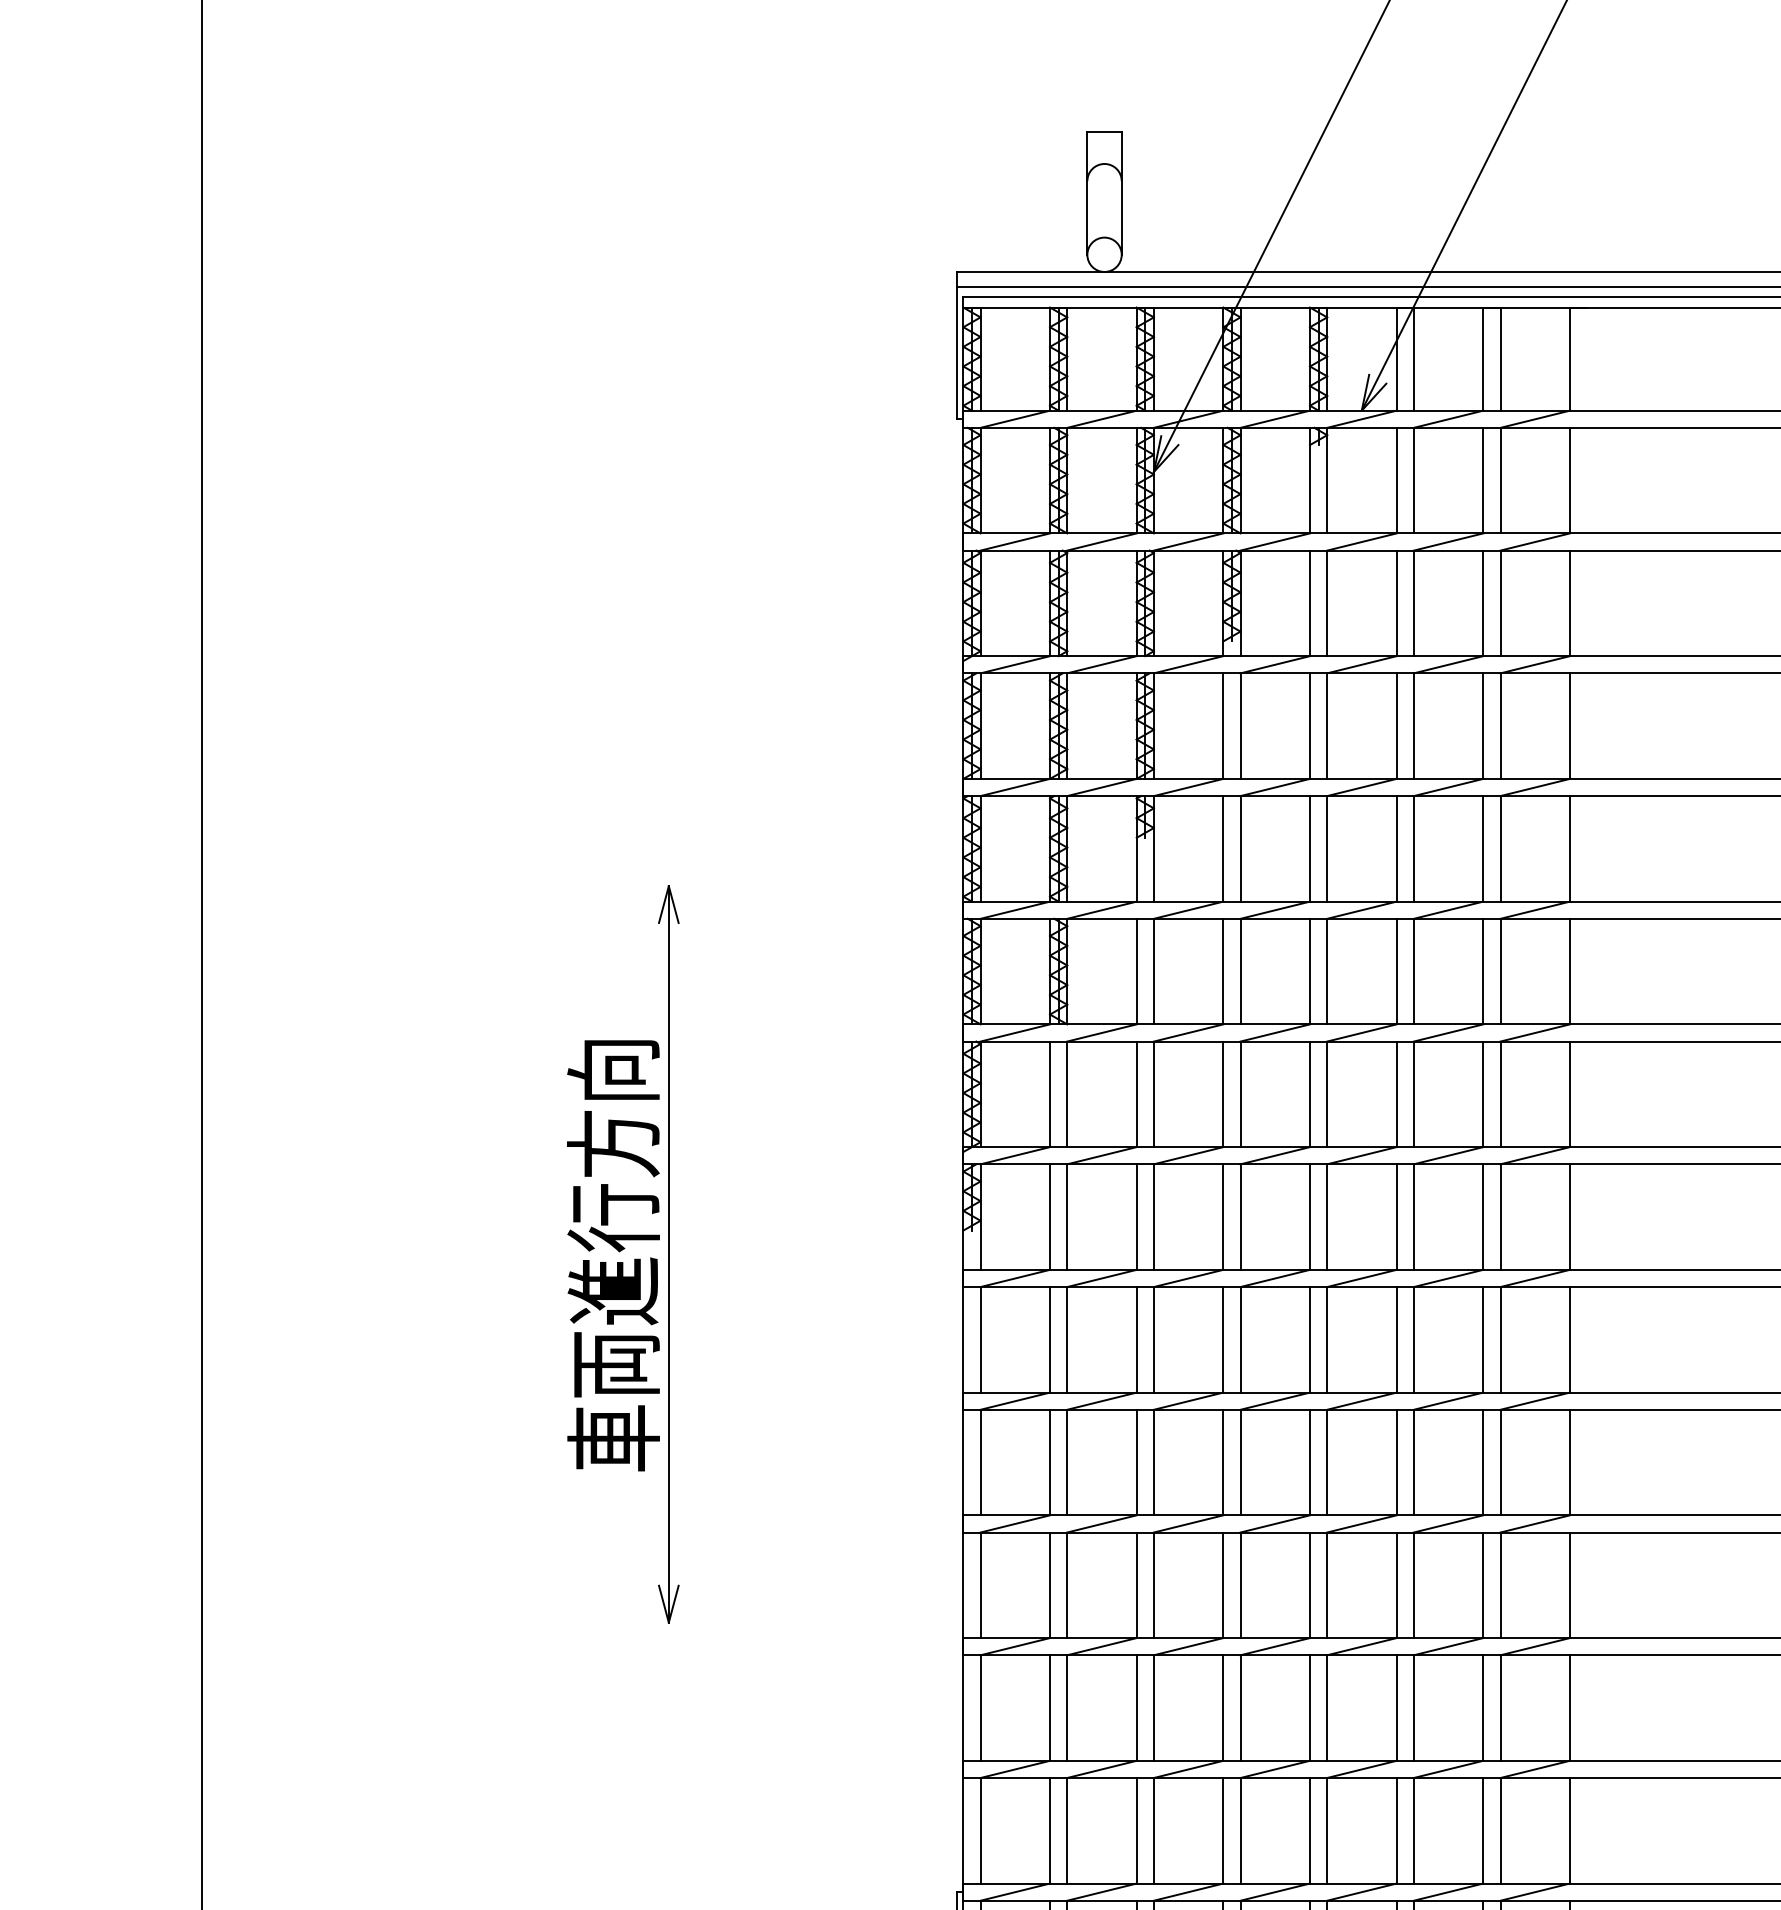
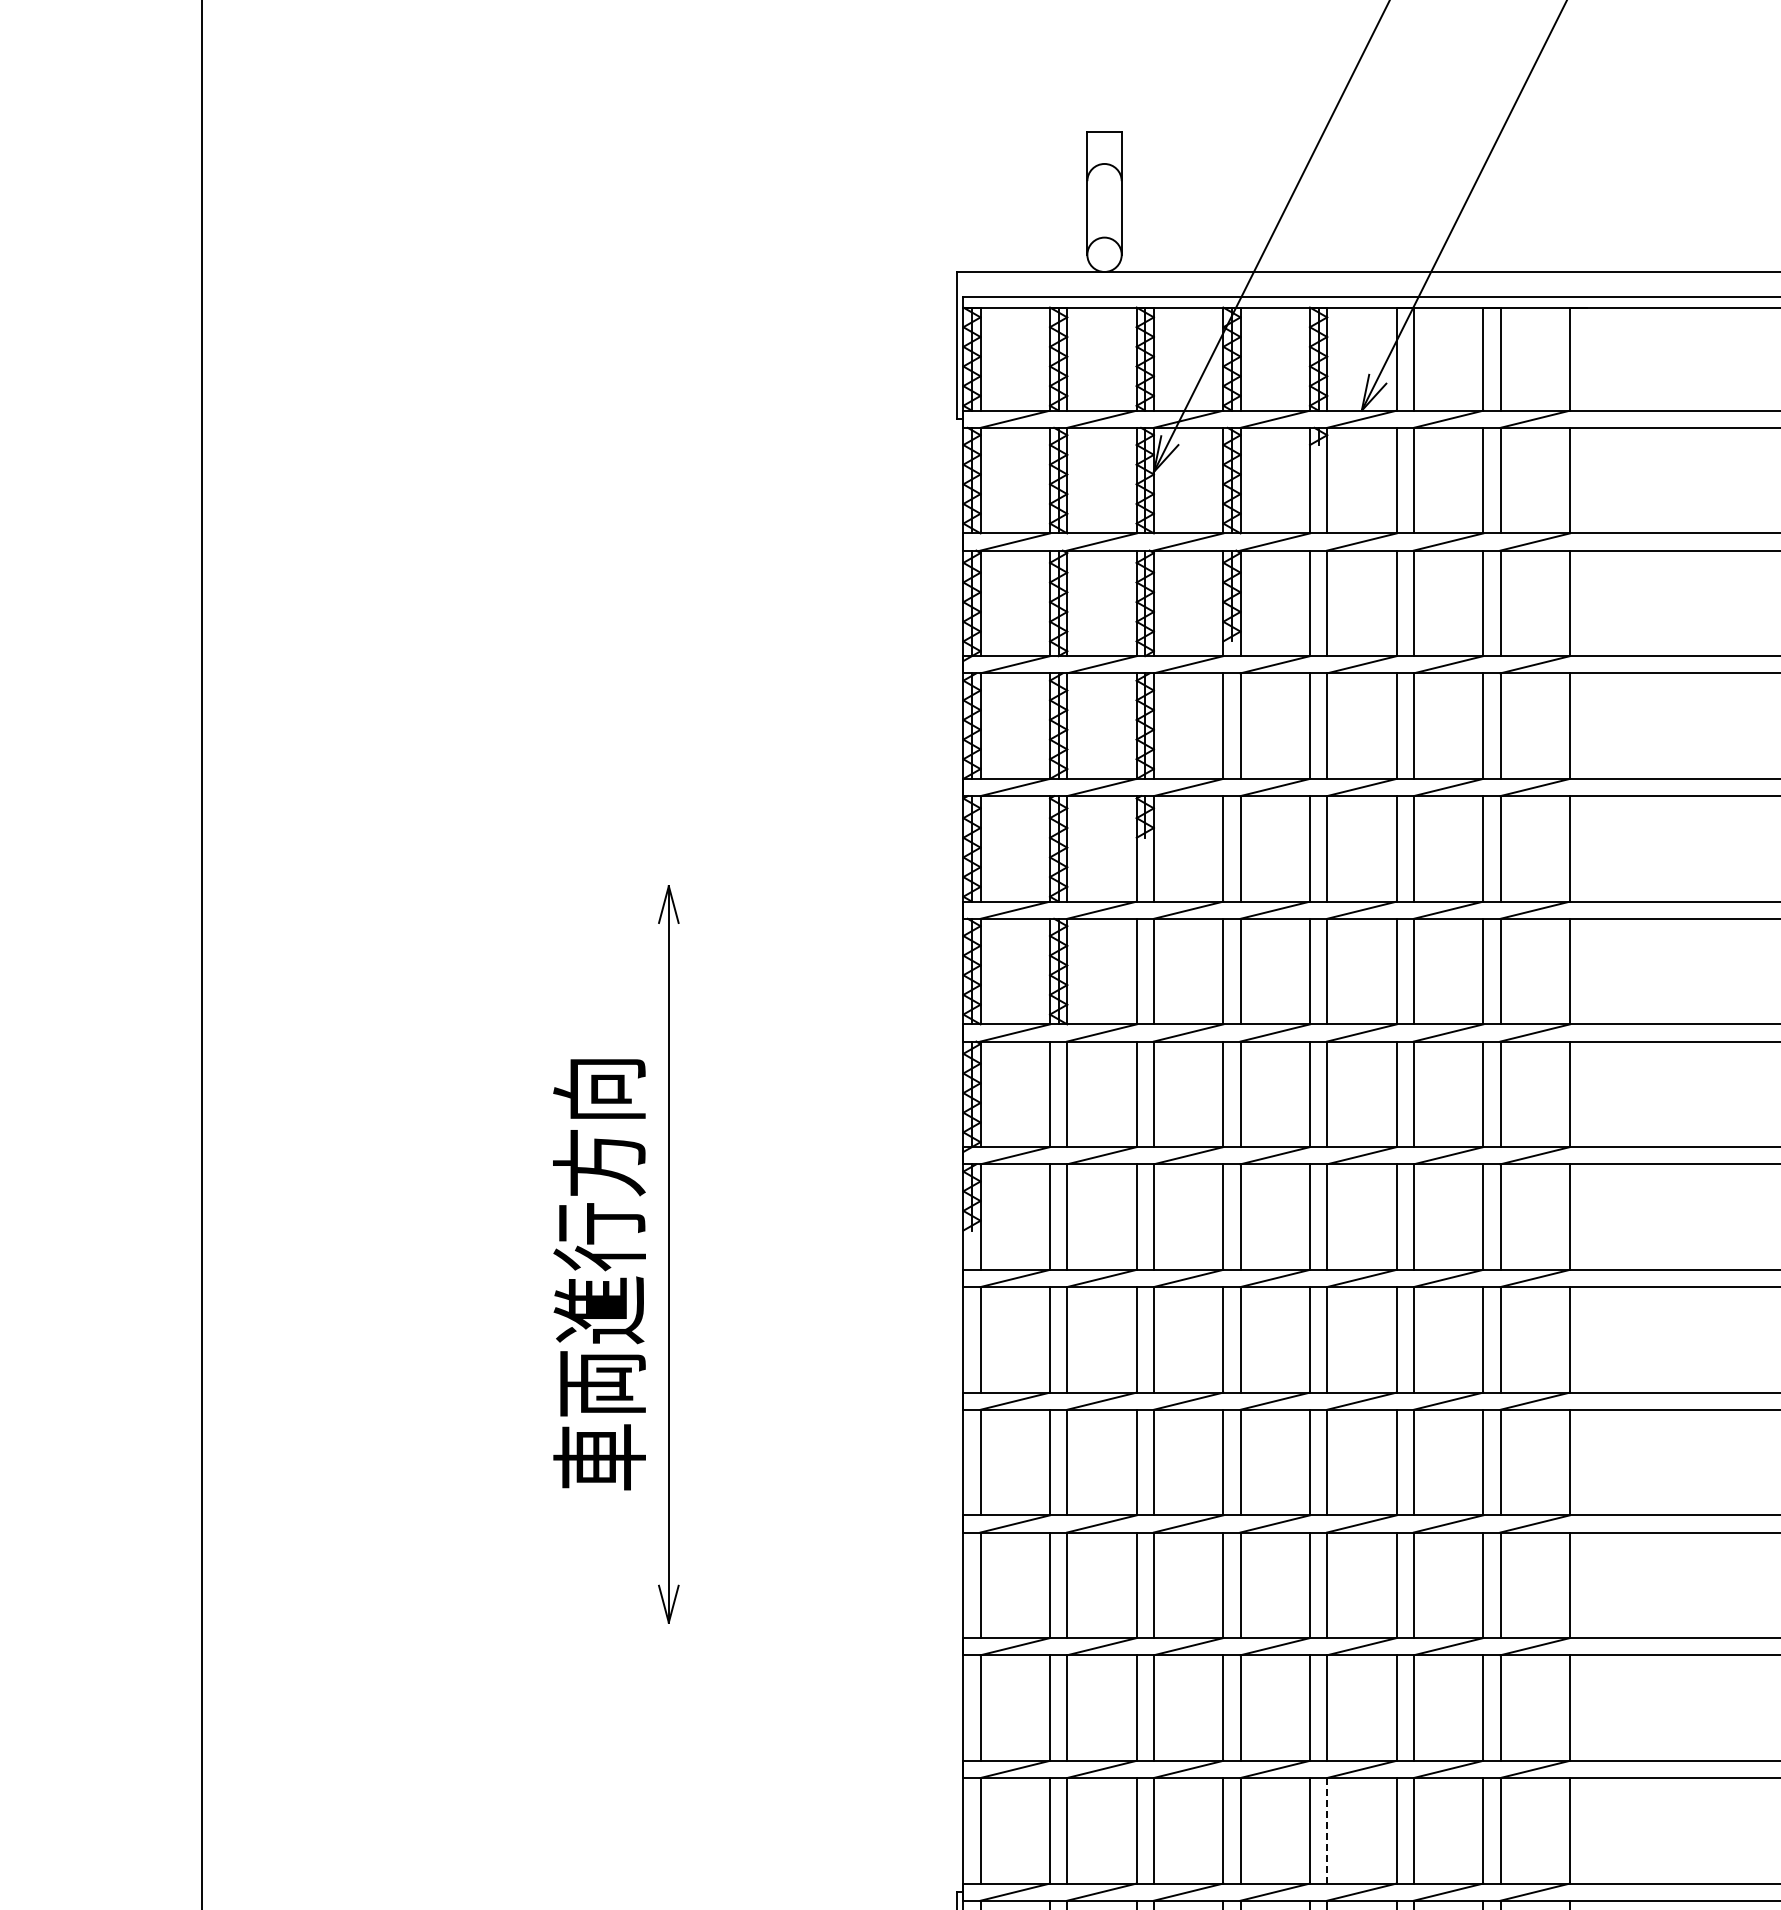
line at (1367, 286): present -> none
text at (613, 1255) position: (613, 1255) -> (599, 1274)
line at (1327, 1830): solid -> dashed
